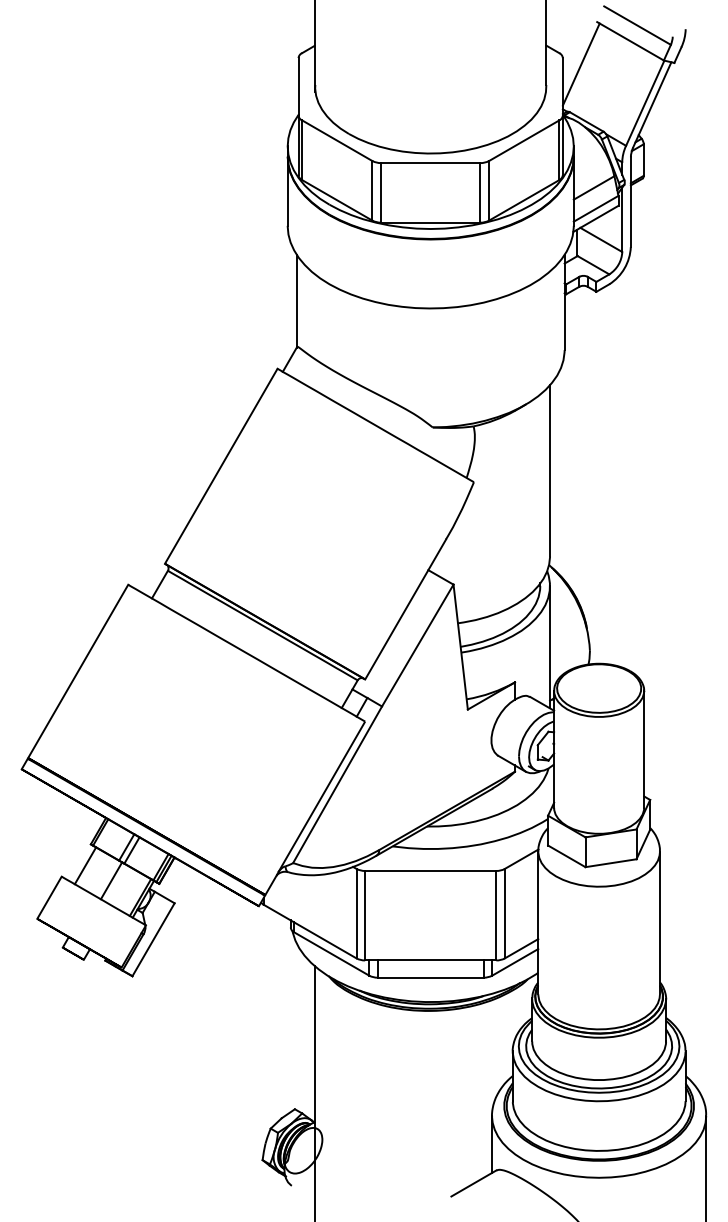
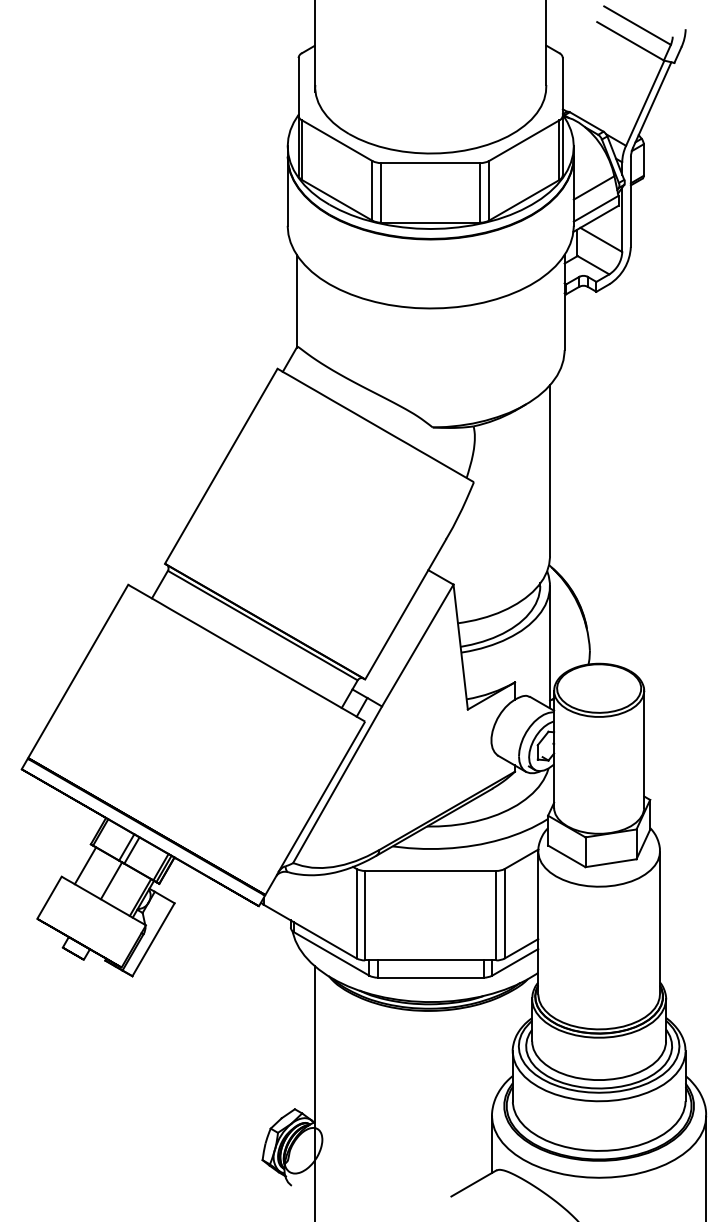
line at (580, 64): present -> none
